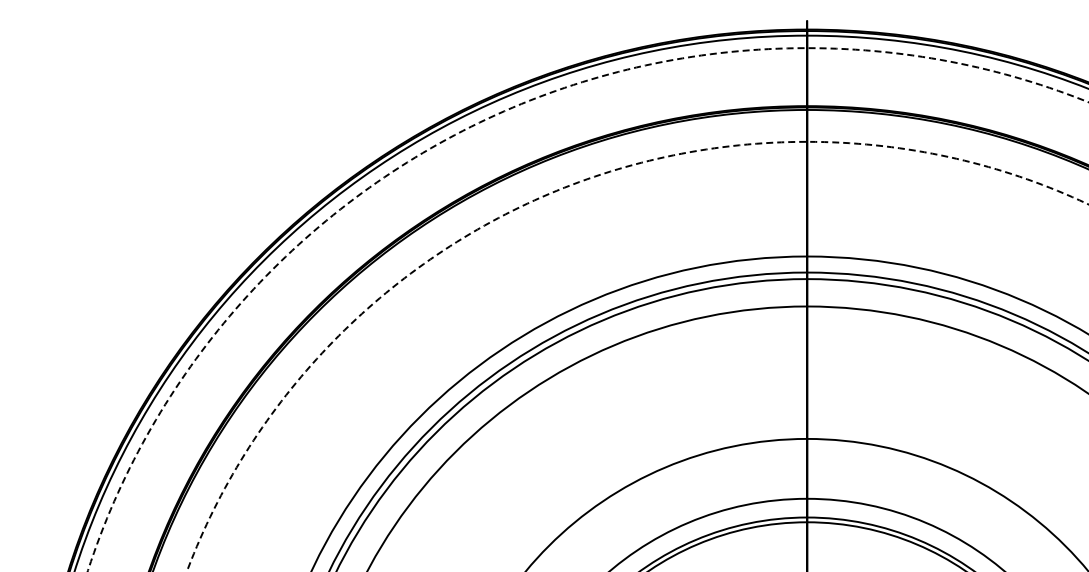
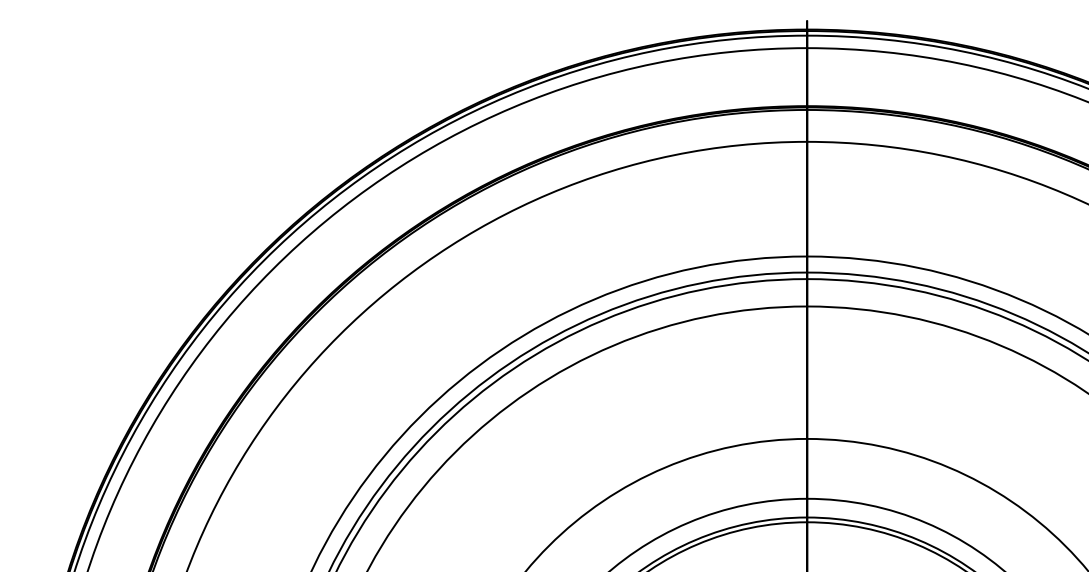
circle at (587, 309): dashed -> solid
circle at (637, 356): dashed -> solid
